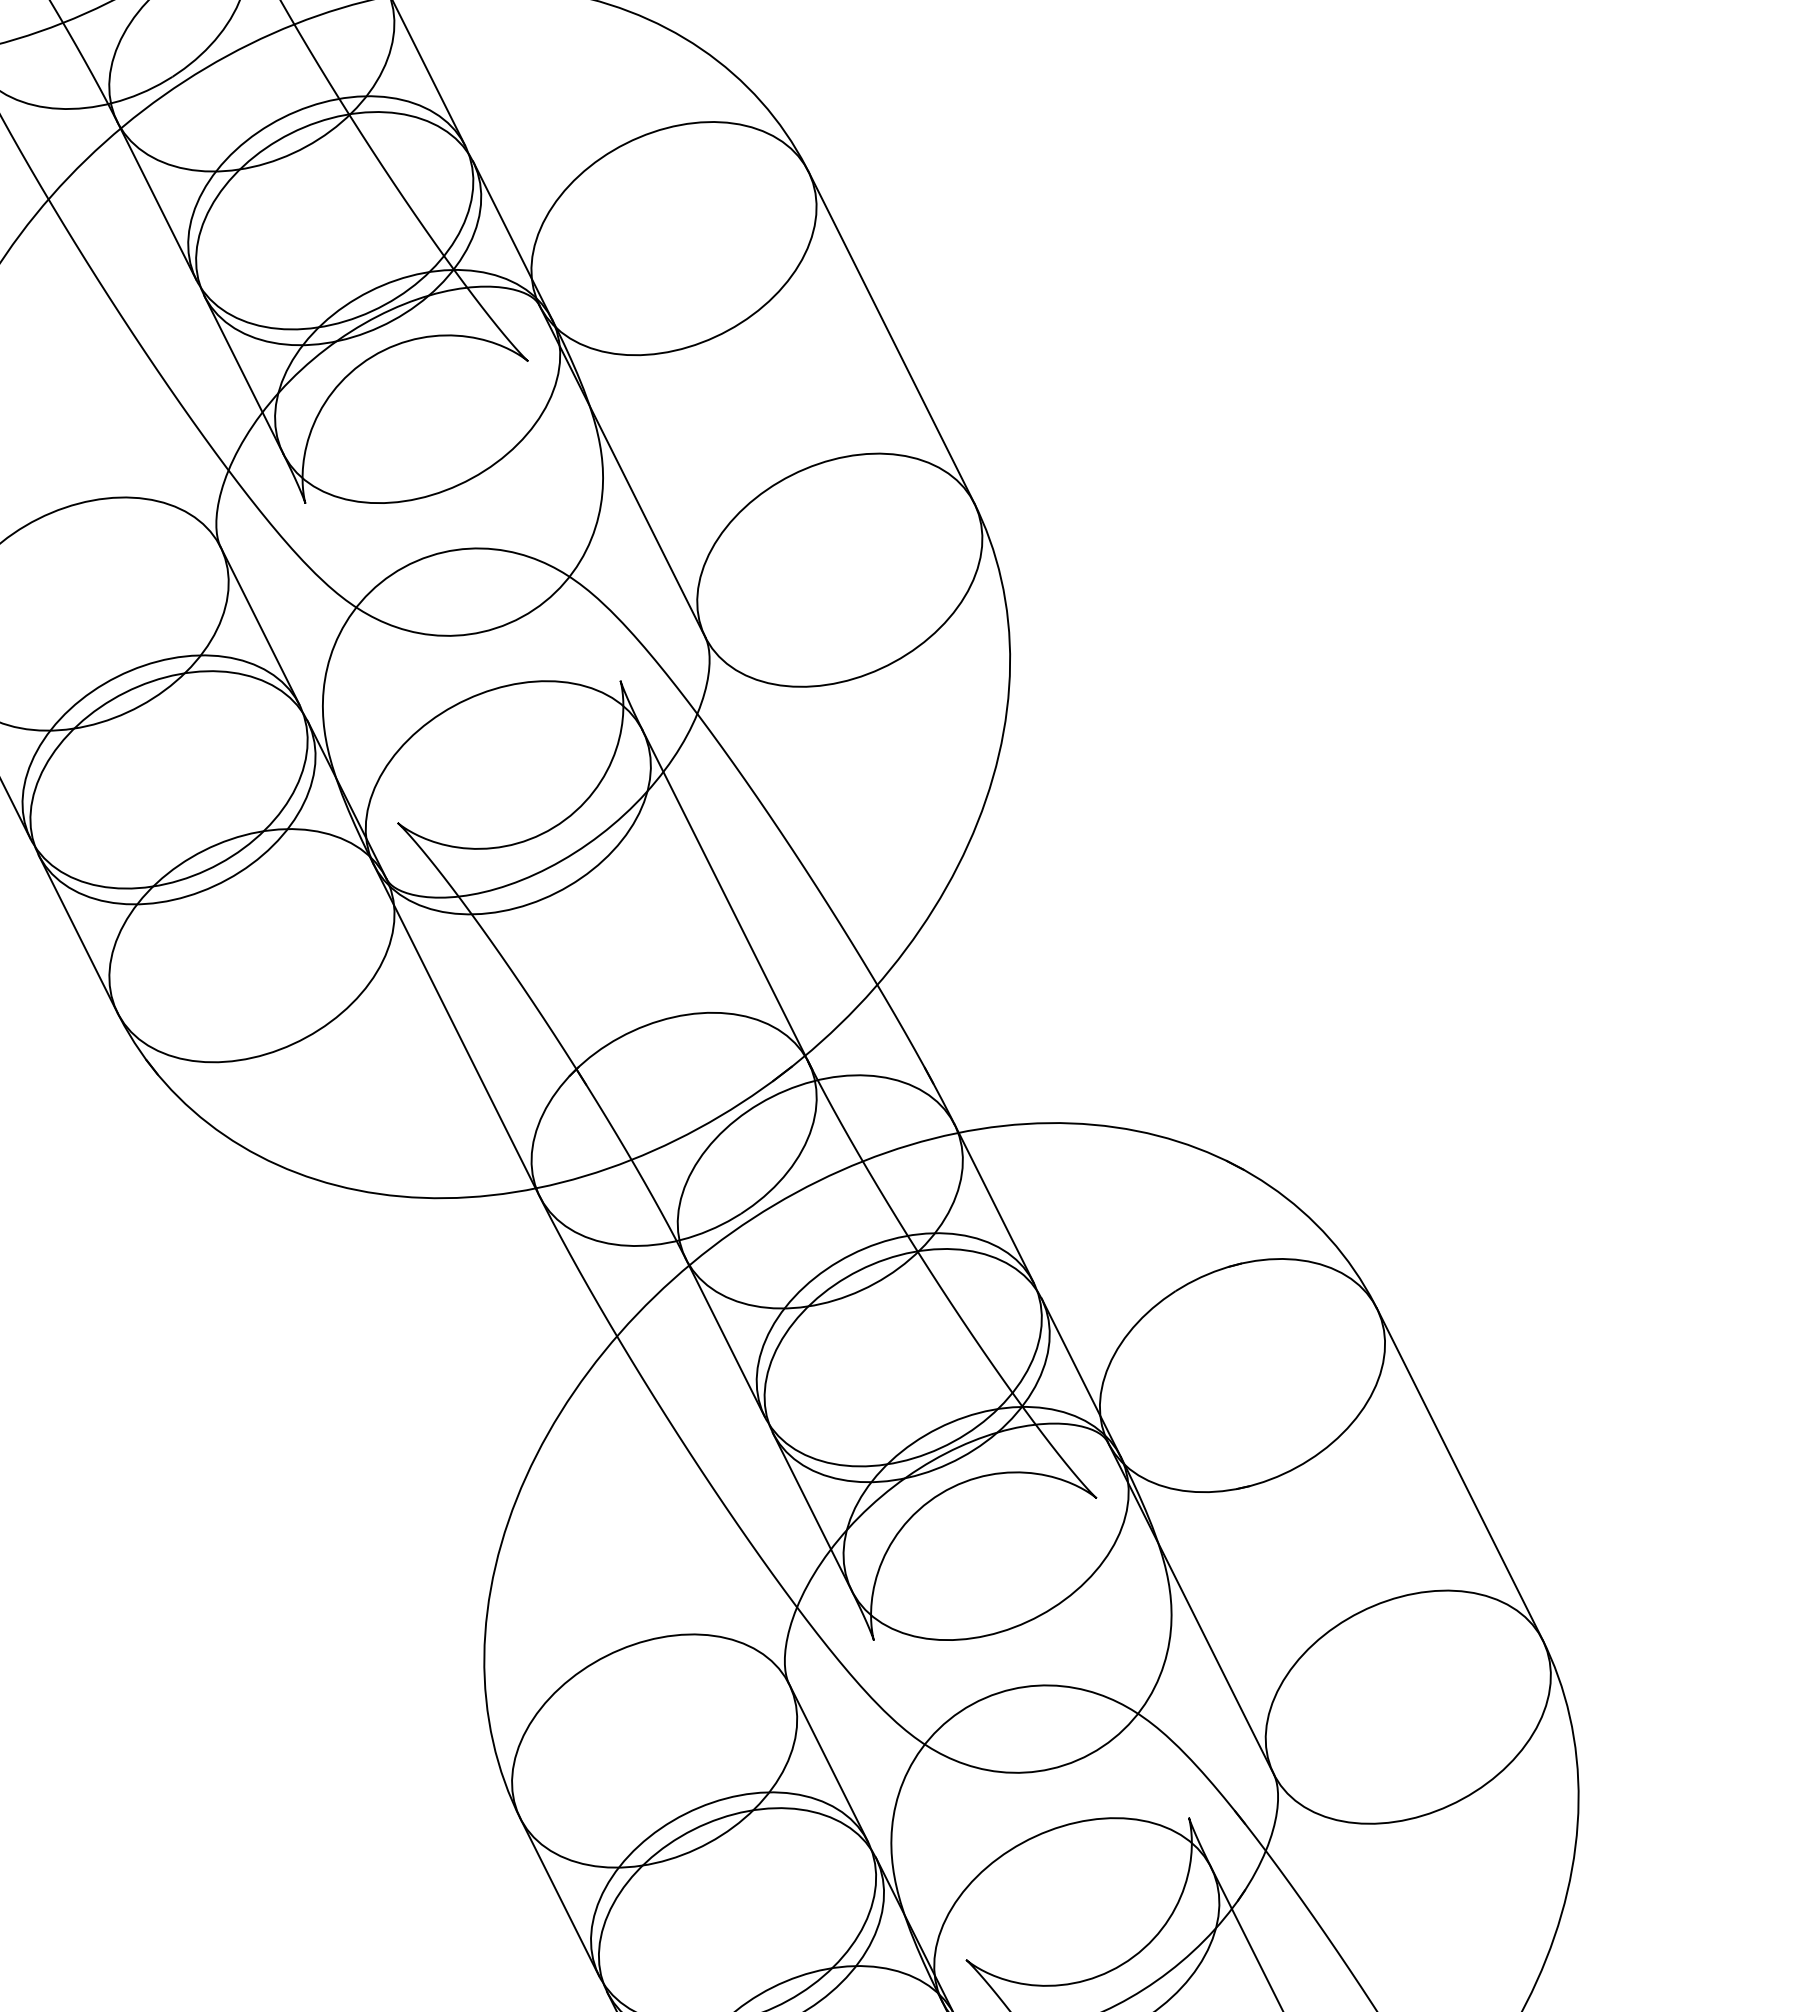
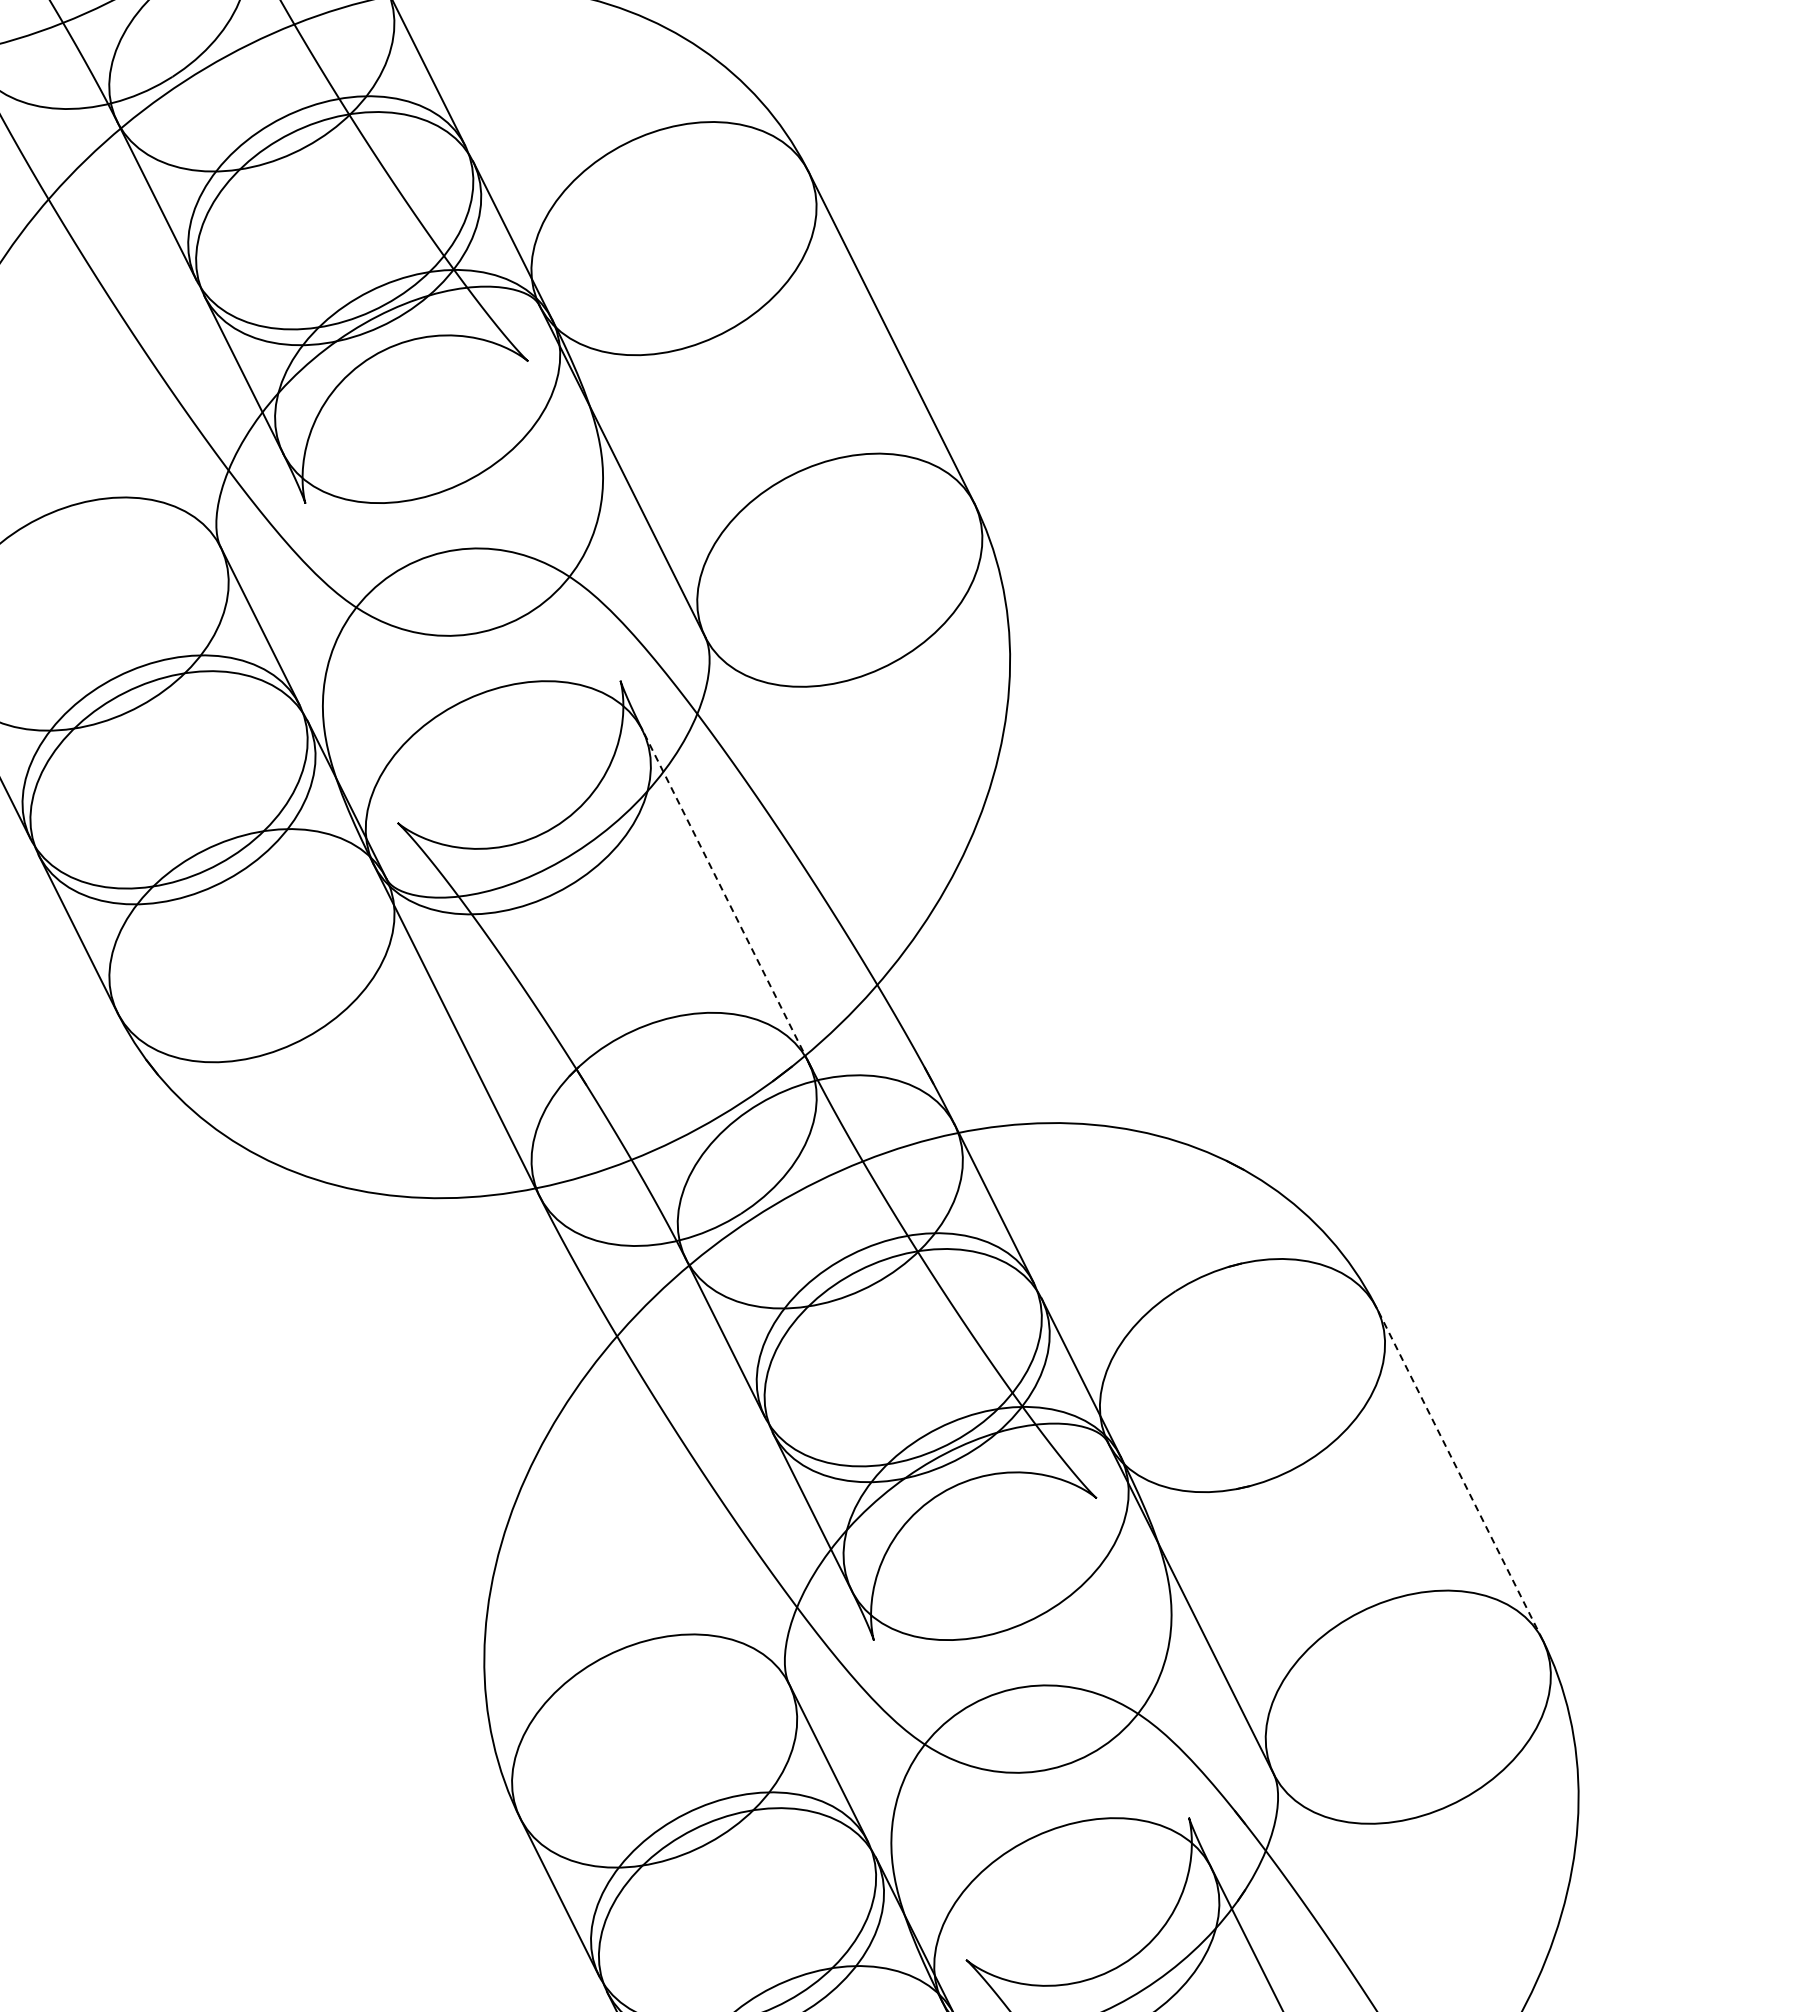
line at (725, 895): solid -> dashed
line at (1459, 1473): solid -> dashed
